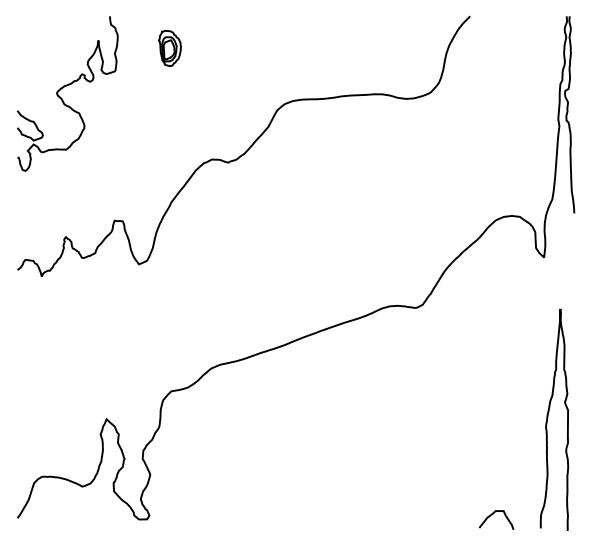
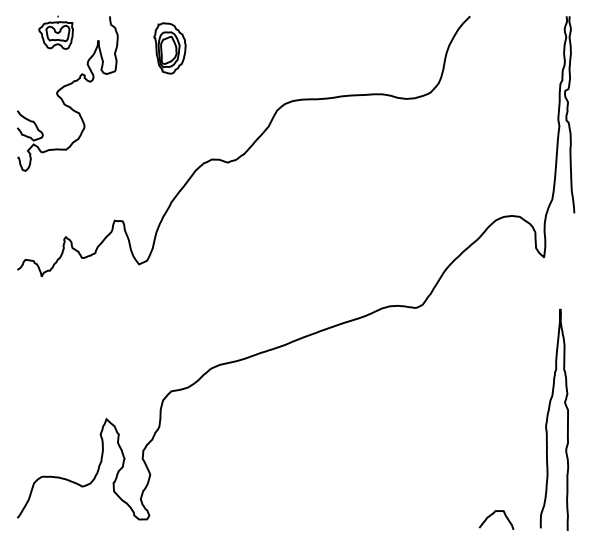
part at (55, 32): none -> present
part at (169, 48) size: 24x39 px -> 34x53 px
